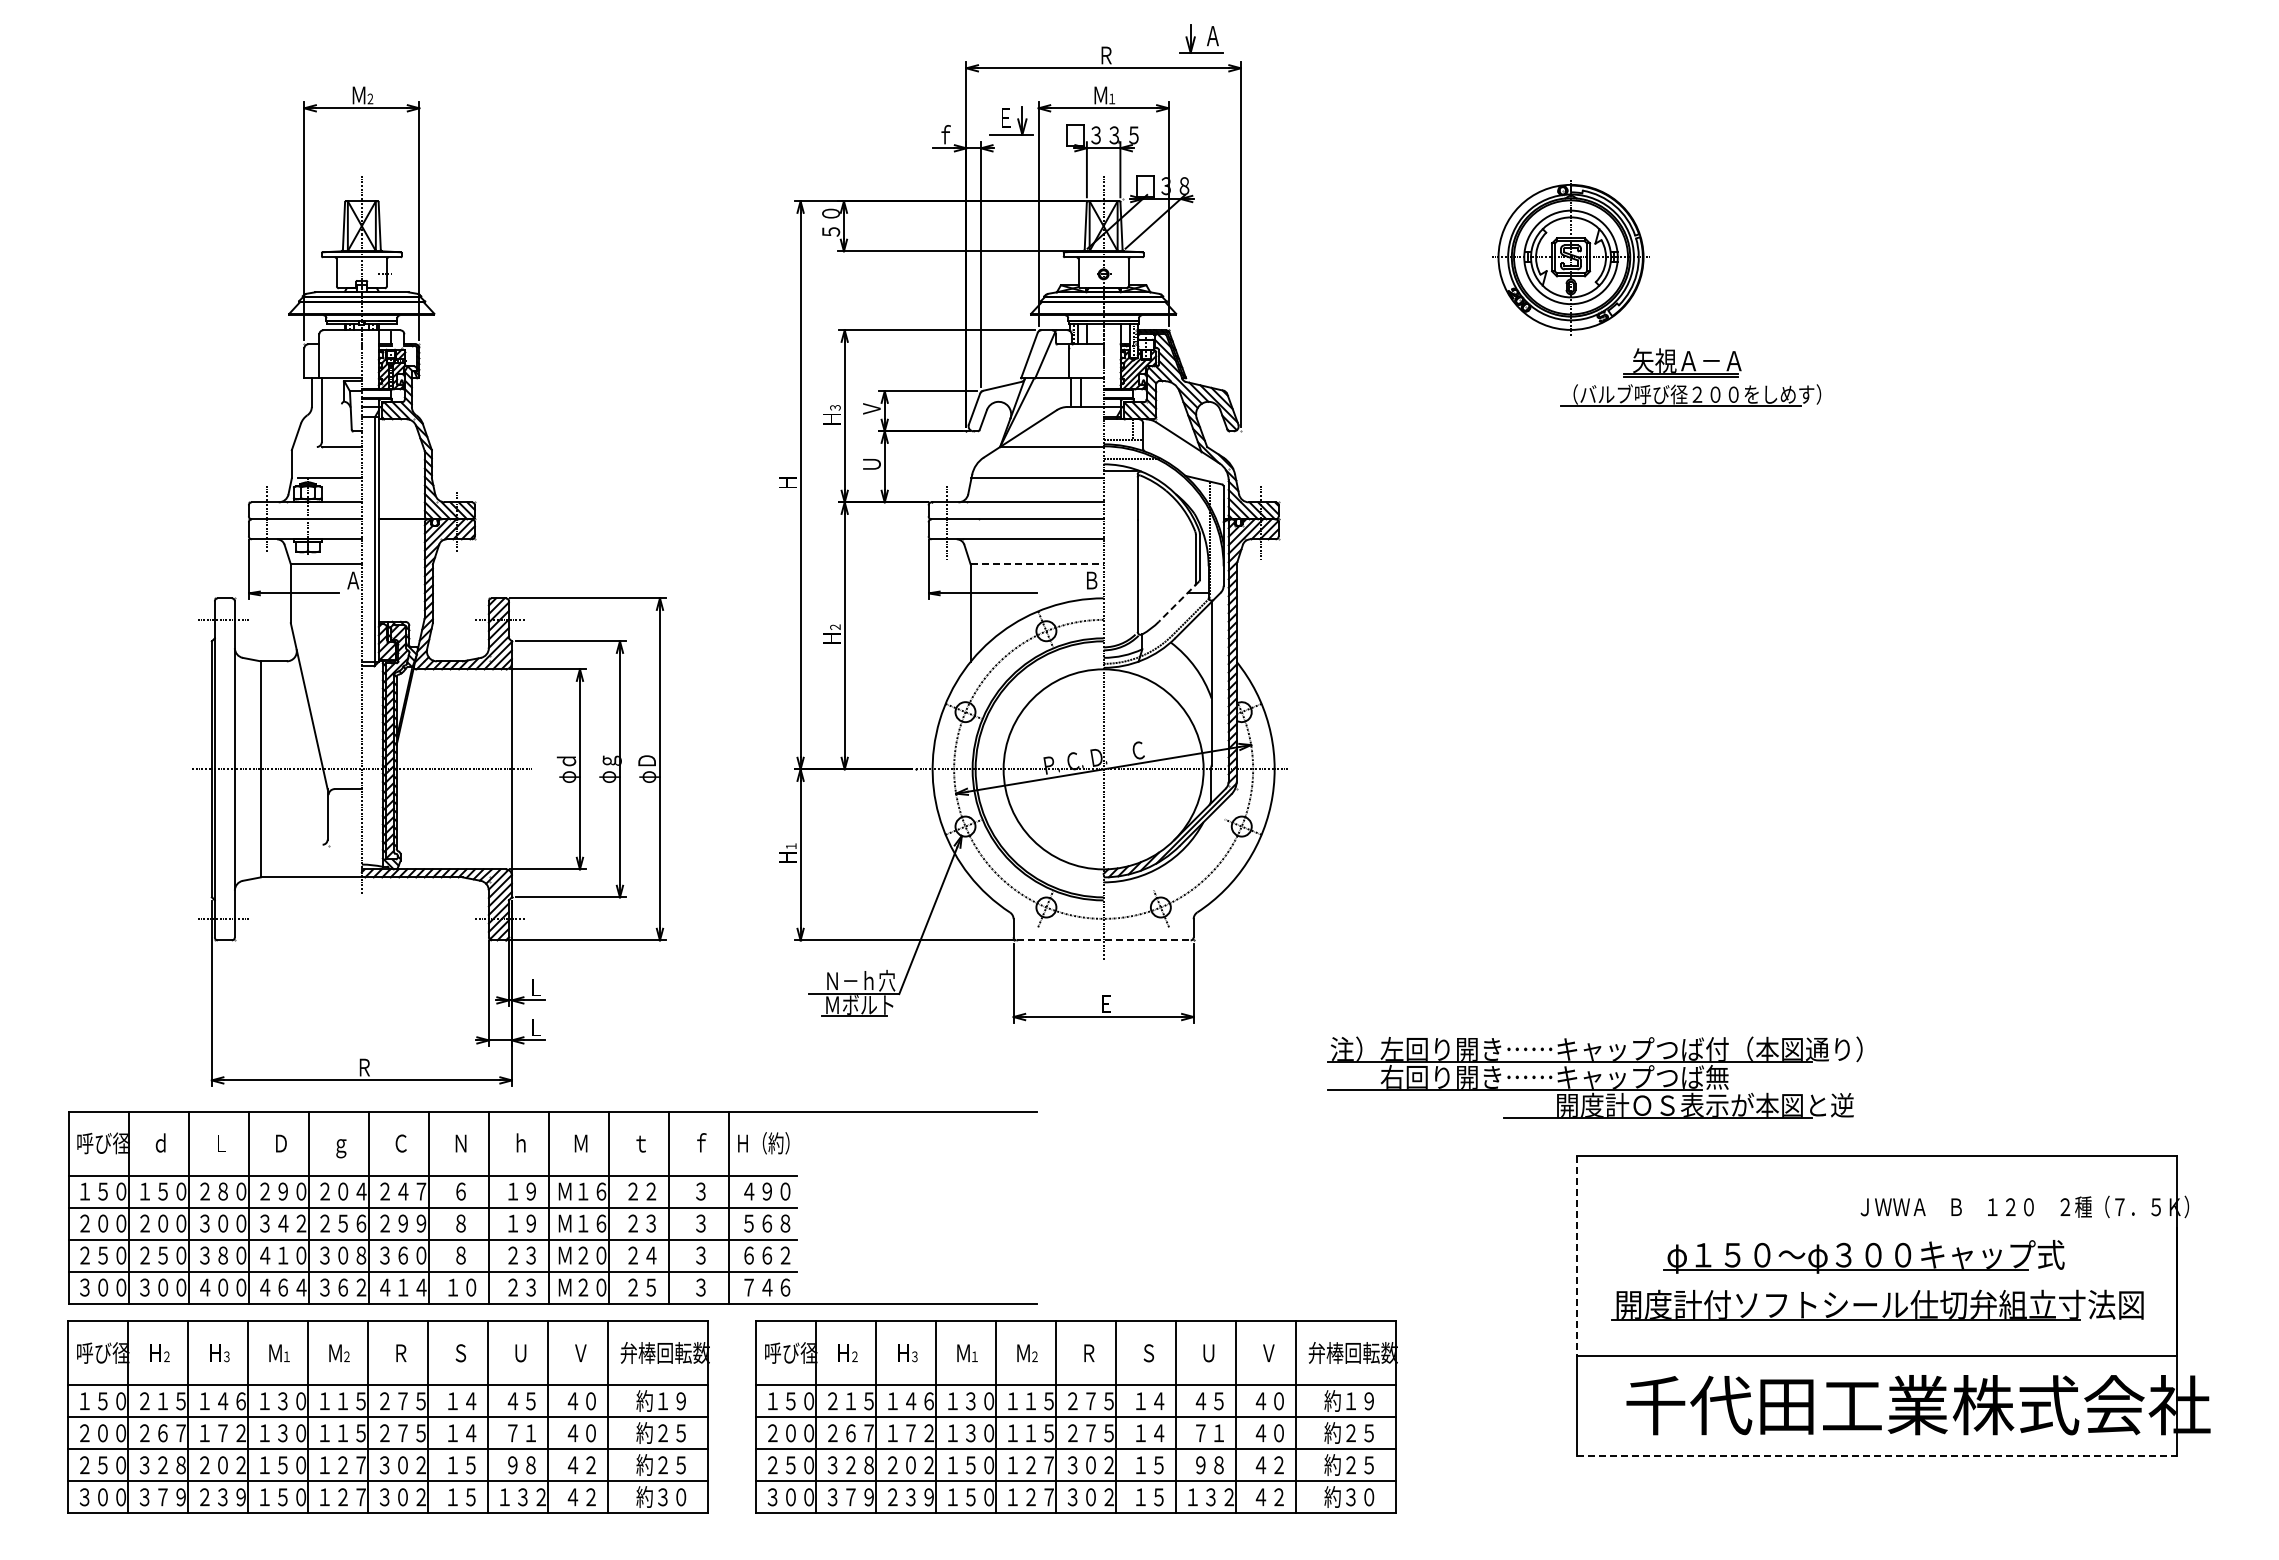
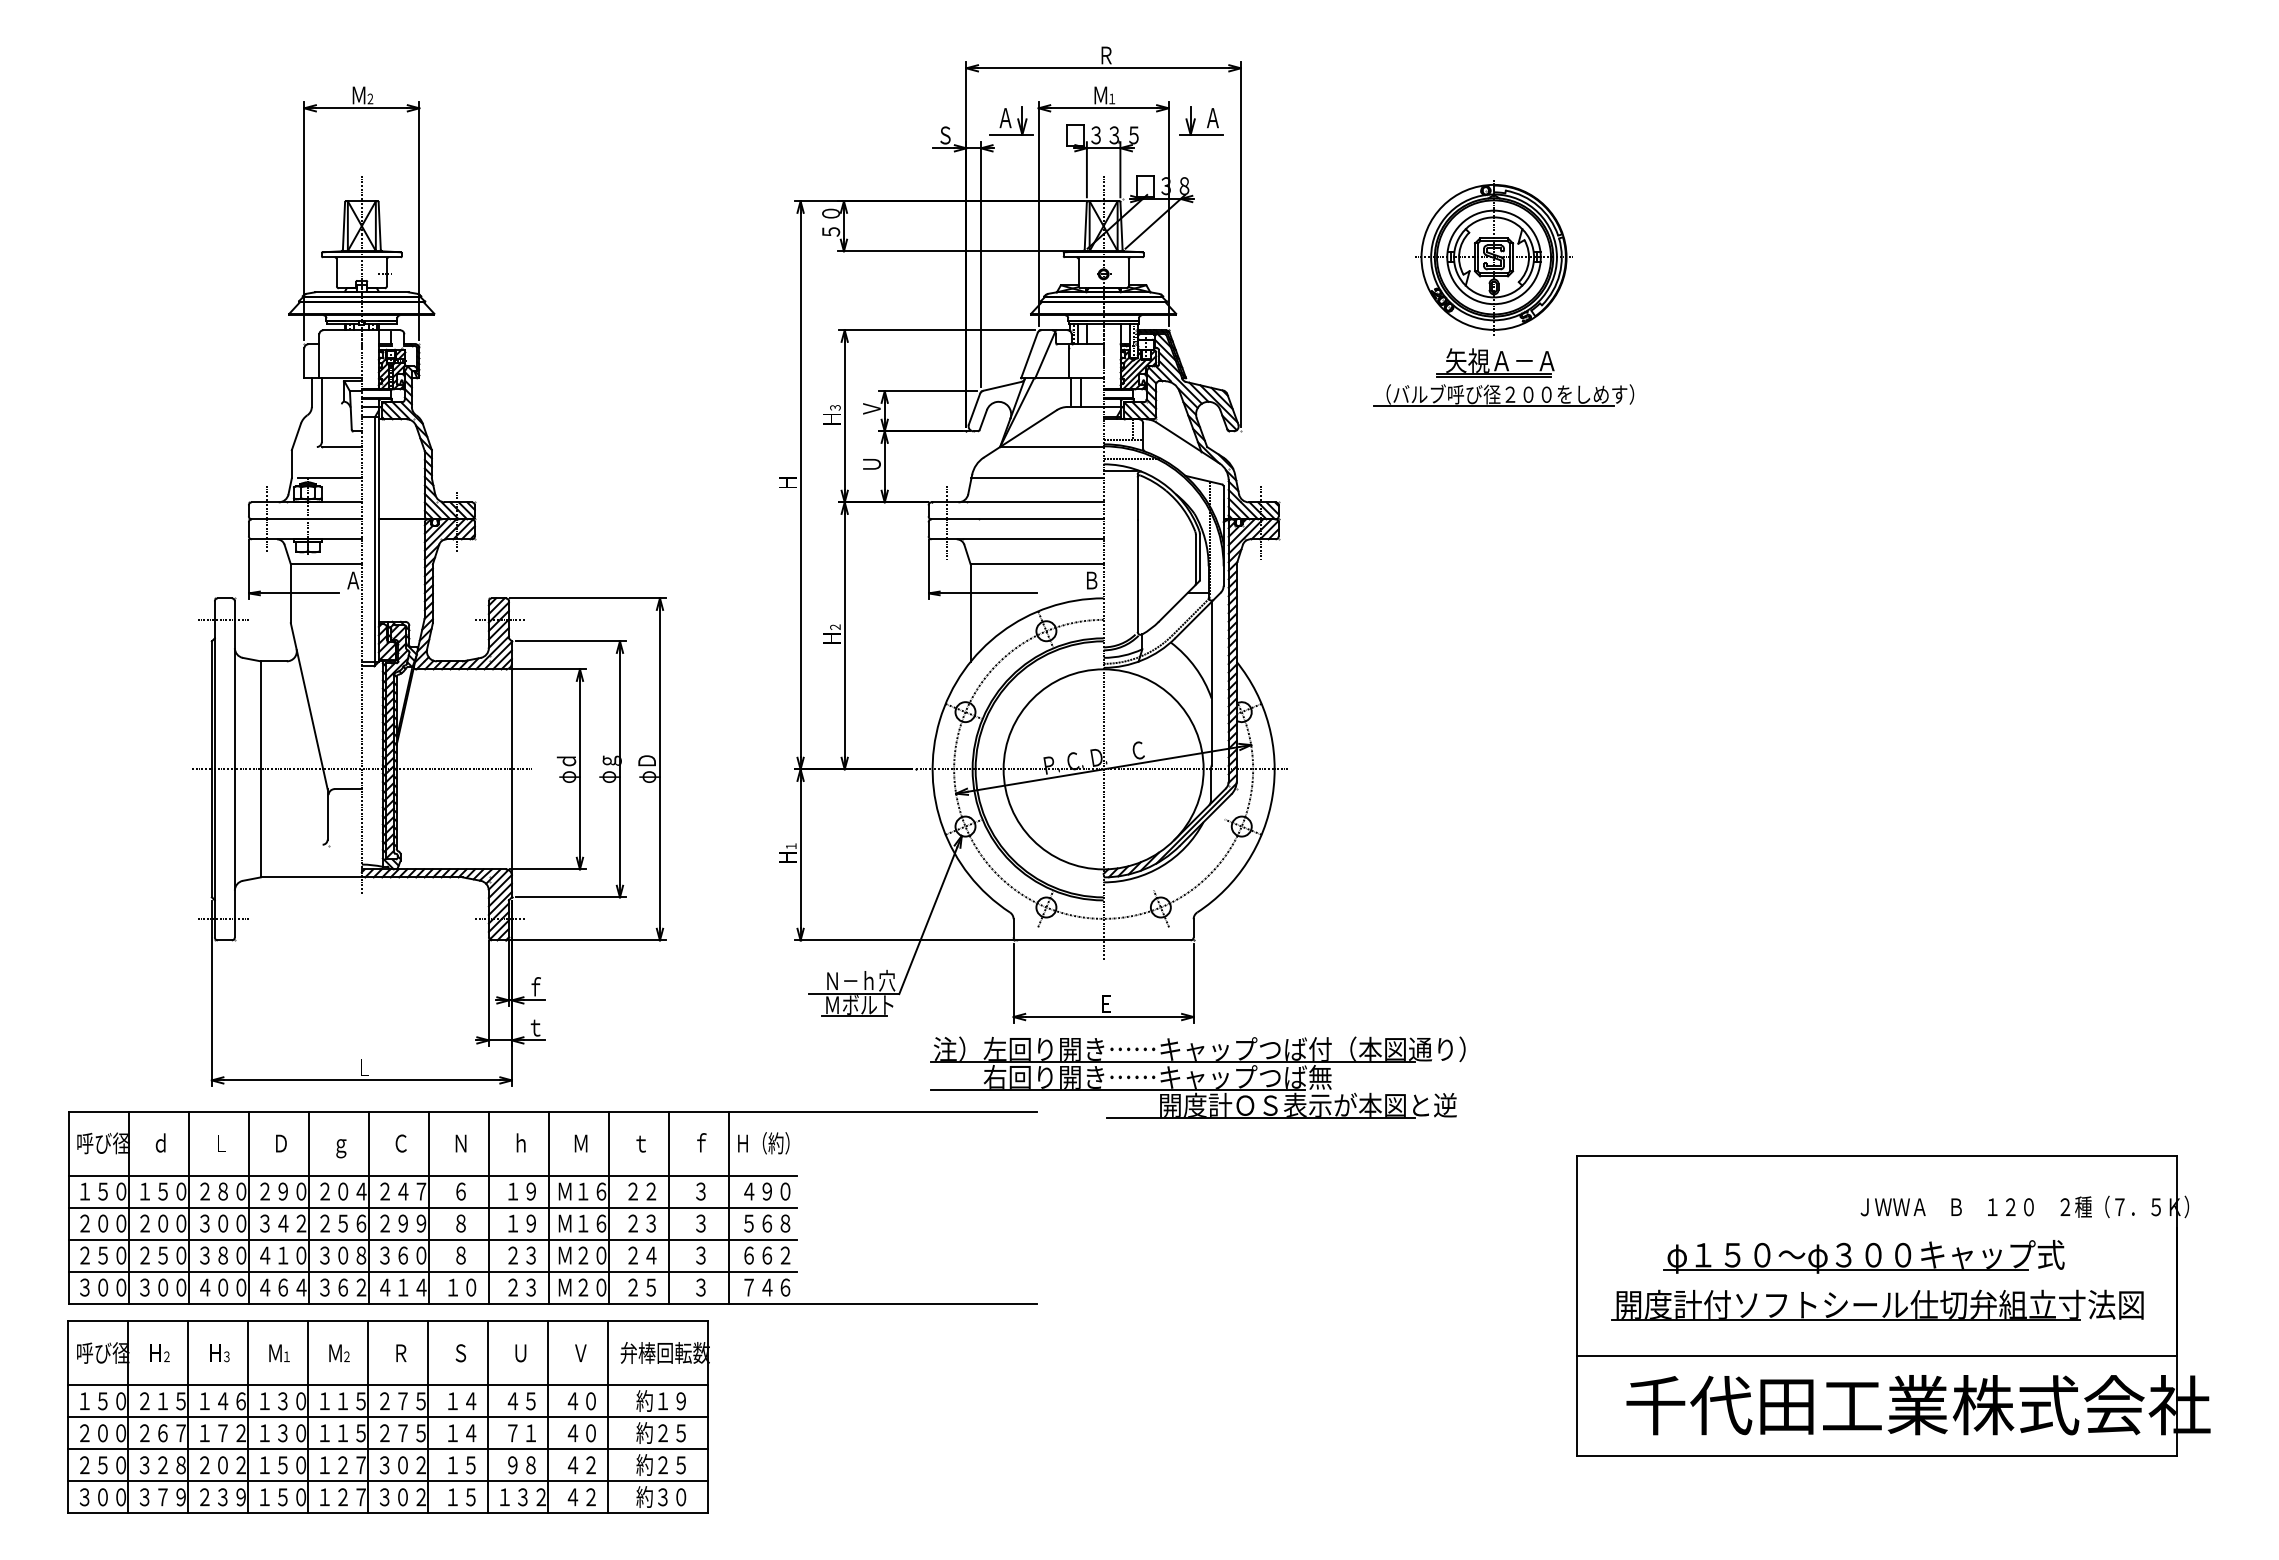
part at (1201, 38) position: (1201, 38) -> (1201, 120)
text at (1005, 118): Ｅ -> Ａ
text at (945, 134): ｆ -> Ｓ
part at (1570, 257) position: (1570, 257) -> (1493, 257)
part at (1690, 377) position: (1690, 377) -> (1503, 377)
line at (1037, 564): dashed -> solid
line at (1179, 601): dashed -> solid
line at (1104, 940): dashed -> solid
text at (535, 986): Ｌ -> ｆ
text at (535, 1027): Ｌ -> ｔ
text at (364, 1067): Ｒ -> Ｌ
part at (1594, 1077) position: (1594, 1077) -> (1197, 1077)
line at (1577, 1256): dashed -> solid
part at (1076, 1416): present -> none
line at (1877, 1455): dashed -> solid
